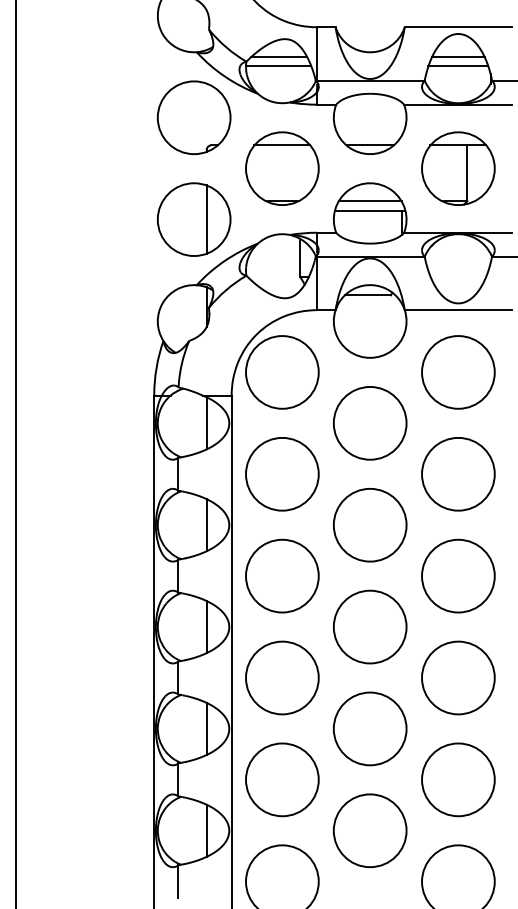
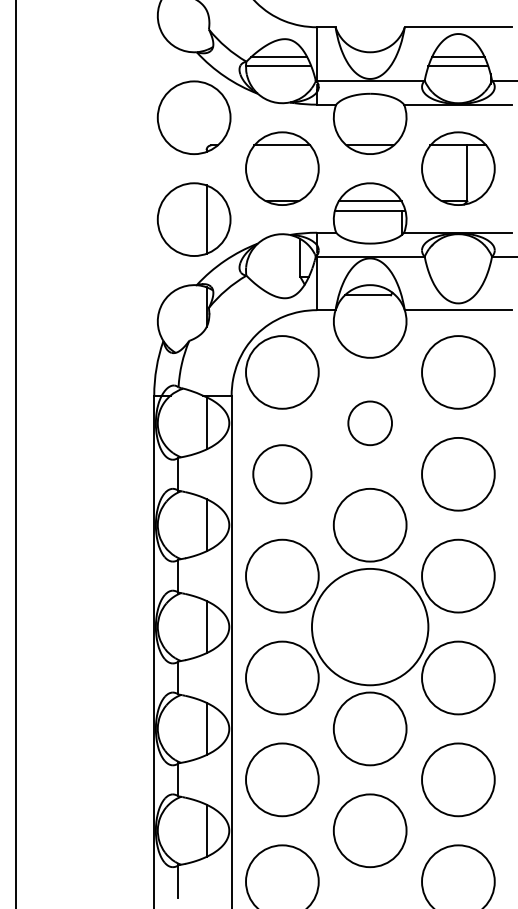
circle at (369, 422) diameter: 73 px -> 44 px
circle at (282, 473) diameter: 73 px -> 58 px
circle at (369, 626) diameter: 73 px -> 116 px
